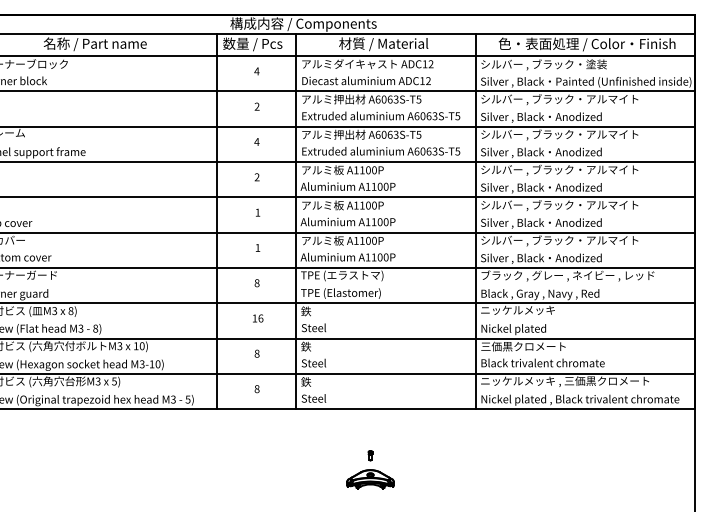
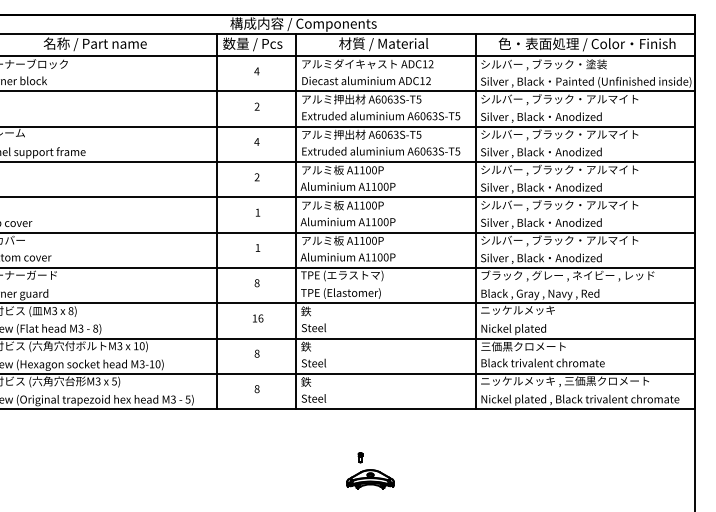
part at (370, 455) position: (370, 455) -> (360, 457)
